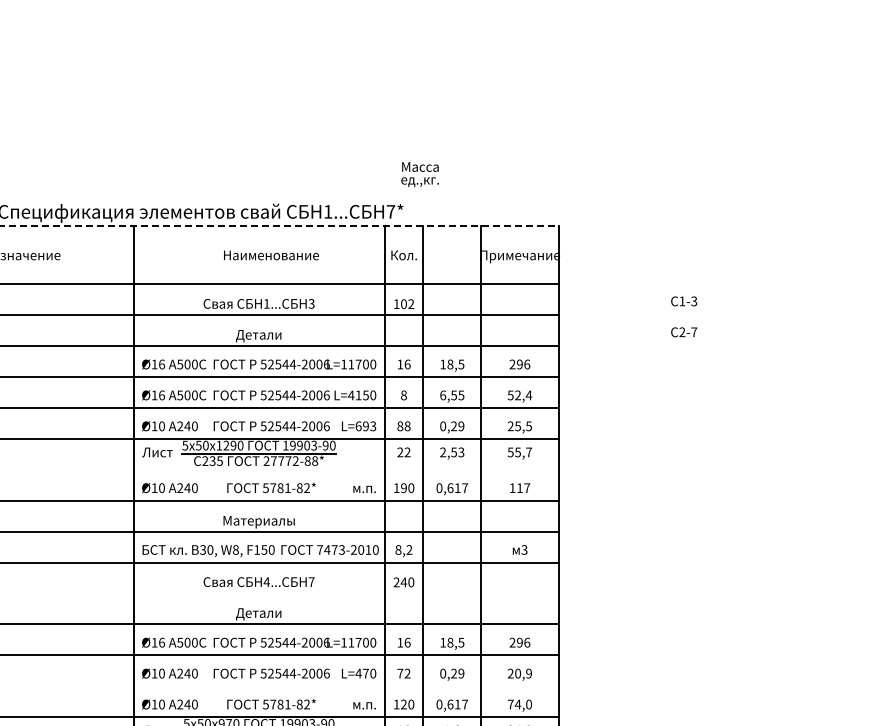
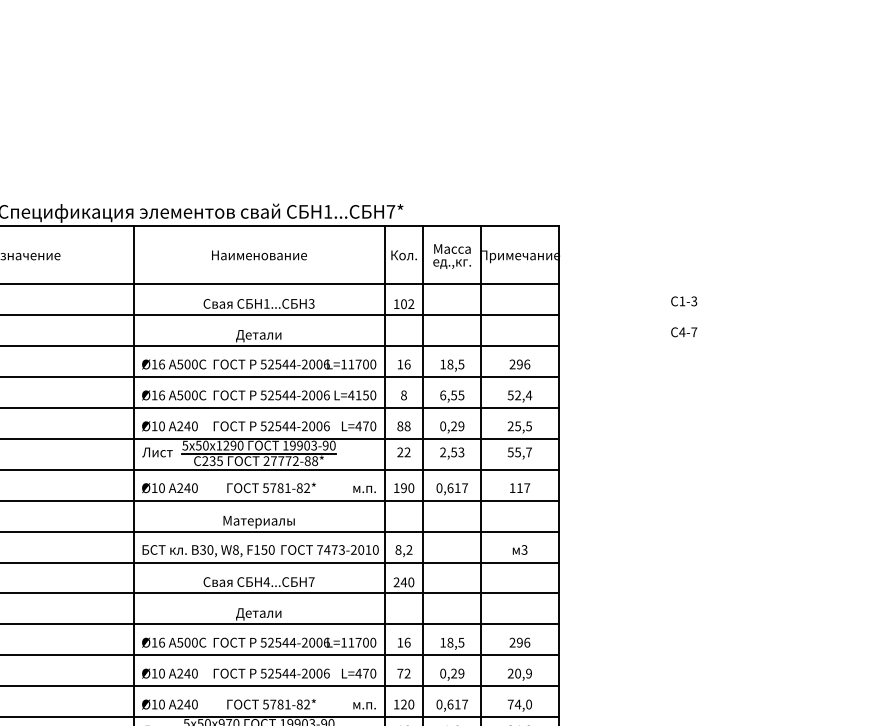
text at (419, 174) position: (419, 174) -> (451, 256)
line at (279, 226): dashed -> solid
text at (271, 255) position: (271, 255) -> (259, 255)
text at (682, 332): C2-7 -> C4-7
text at (365, 426): L=693 -> L=470
line at (280, 469): none -> present
line at (280, 593): none -> present
line at (280, 686): none -> present
